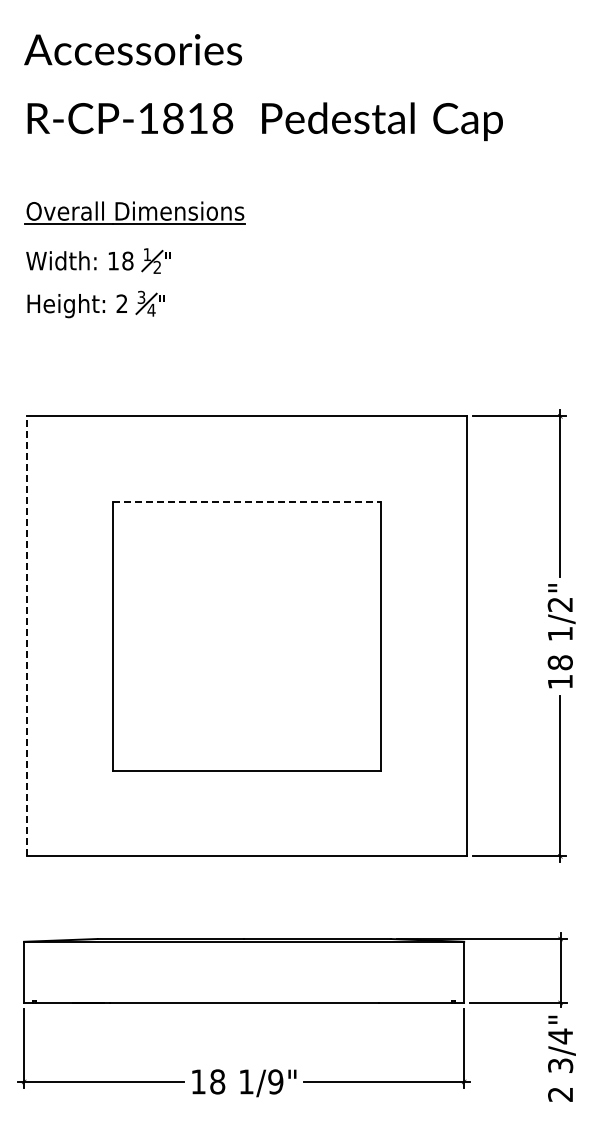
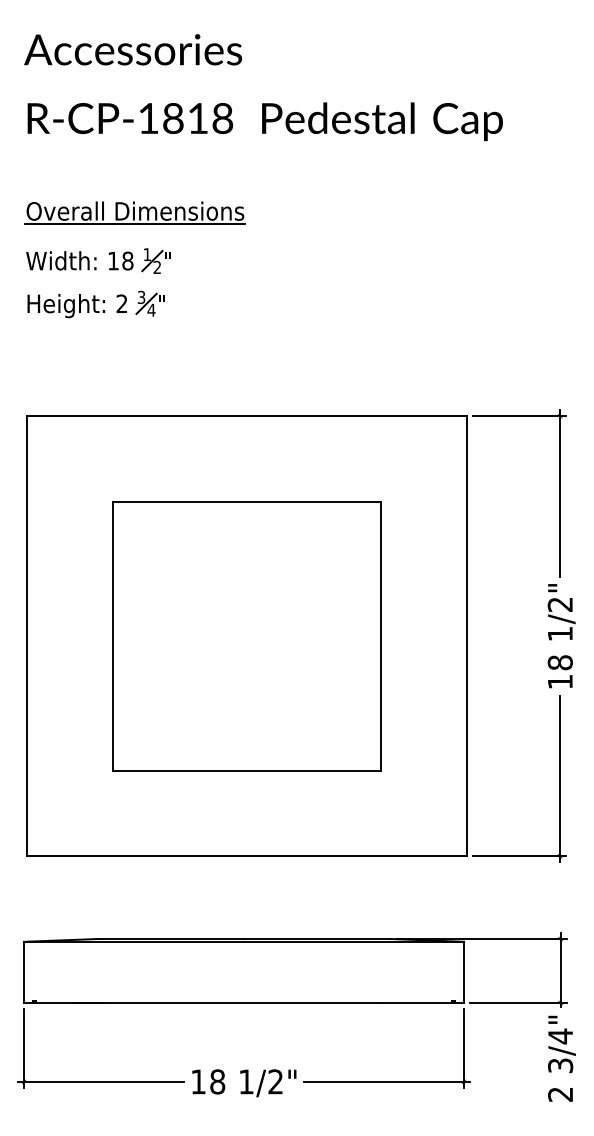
line at (247, 501): dashed -> solid
line at (27, 635): dashed -> solid
text at (275, 1081): 1/9" -> 1/2"
